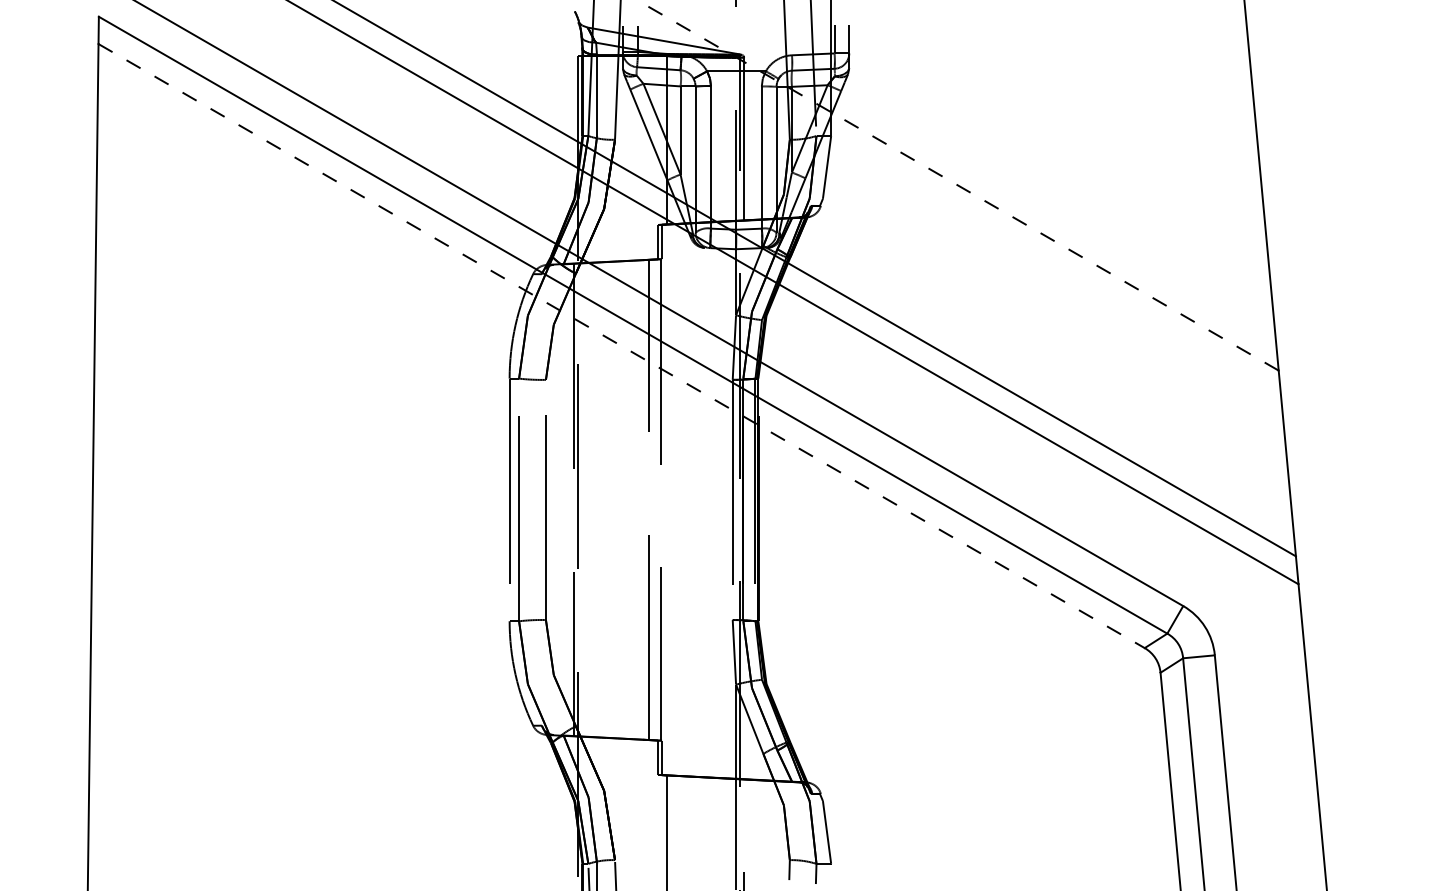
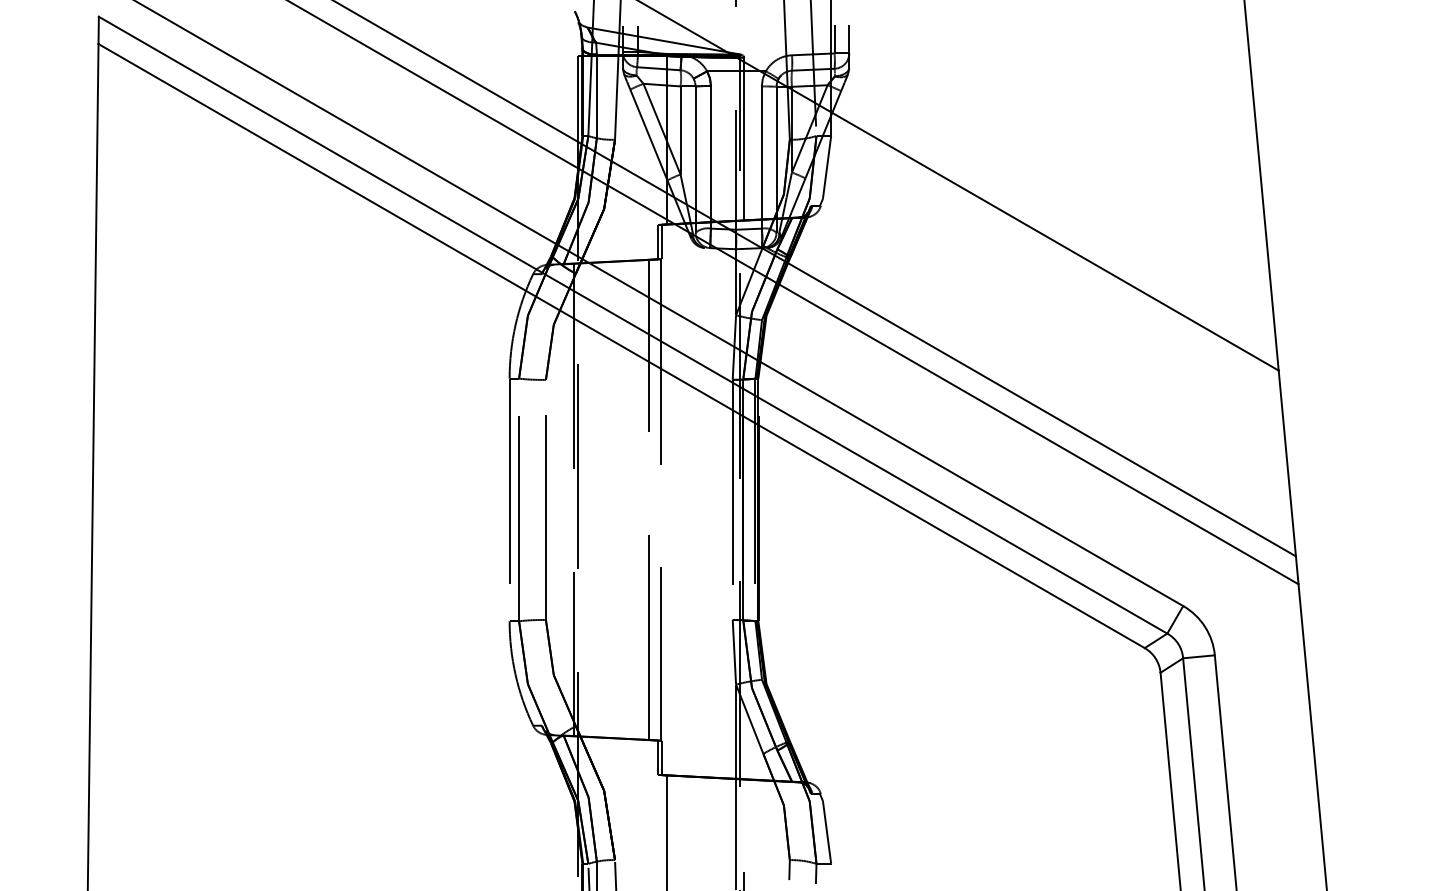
line at (957, 185): dashed -> solid
line at (622, 346): dashed -> solid
